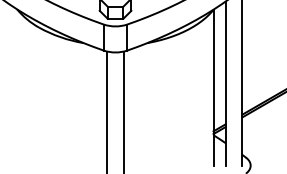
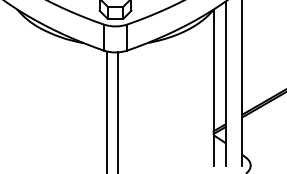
line at (123, 110) position: (123, 110) -> (117, 110)
